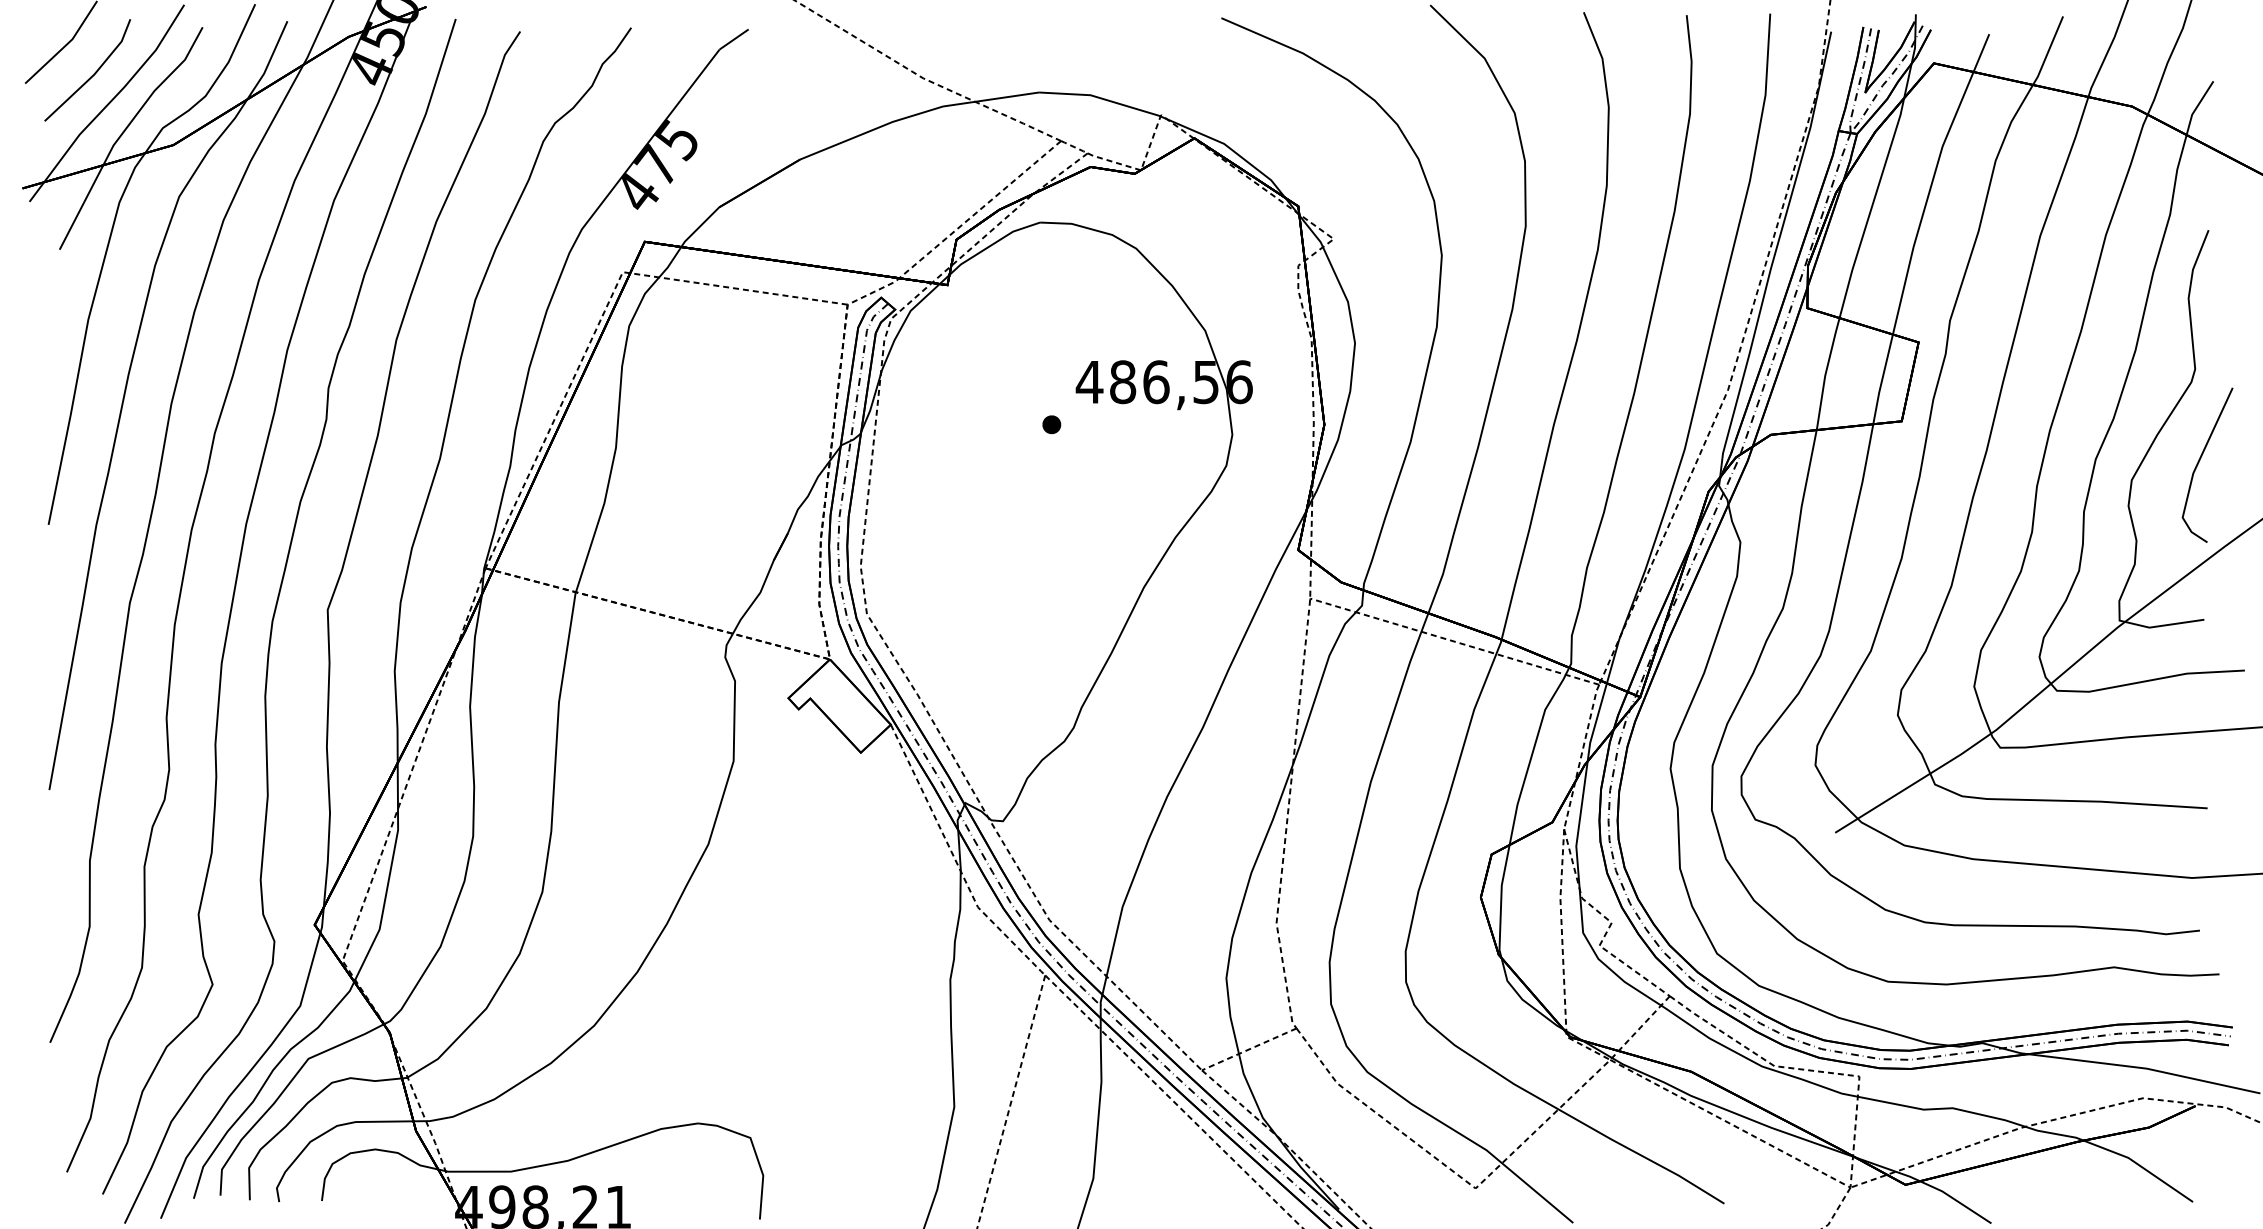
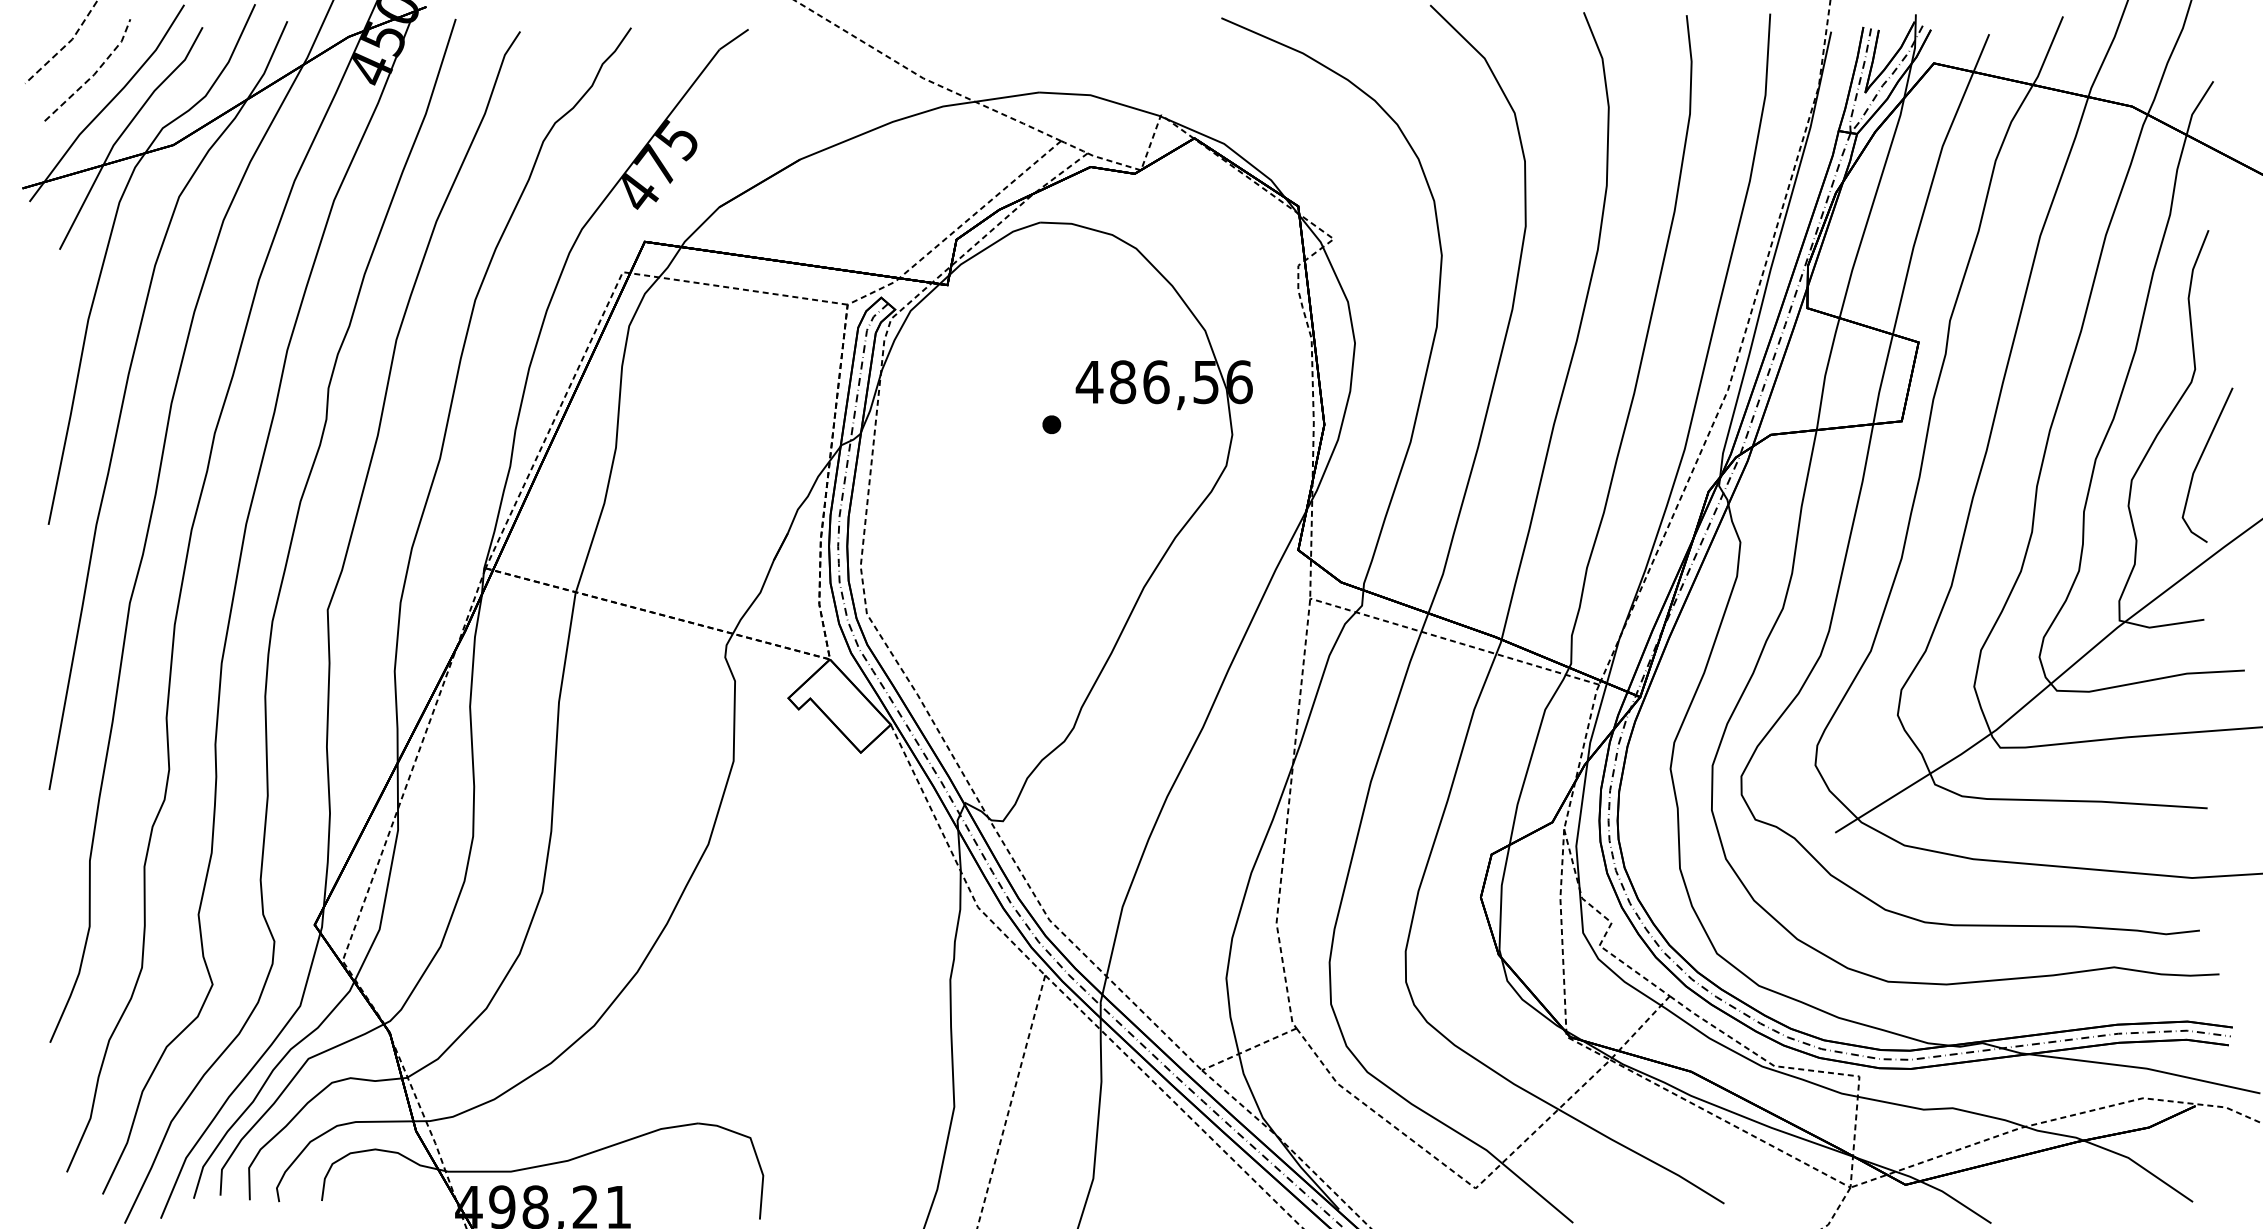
line at (65, 45): solid -> dashed
line at (94, 74): solid -> dashed
